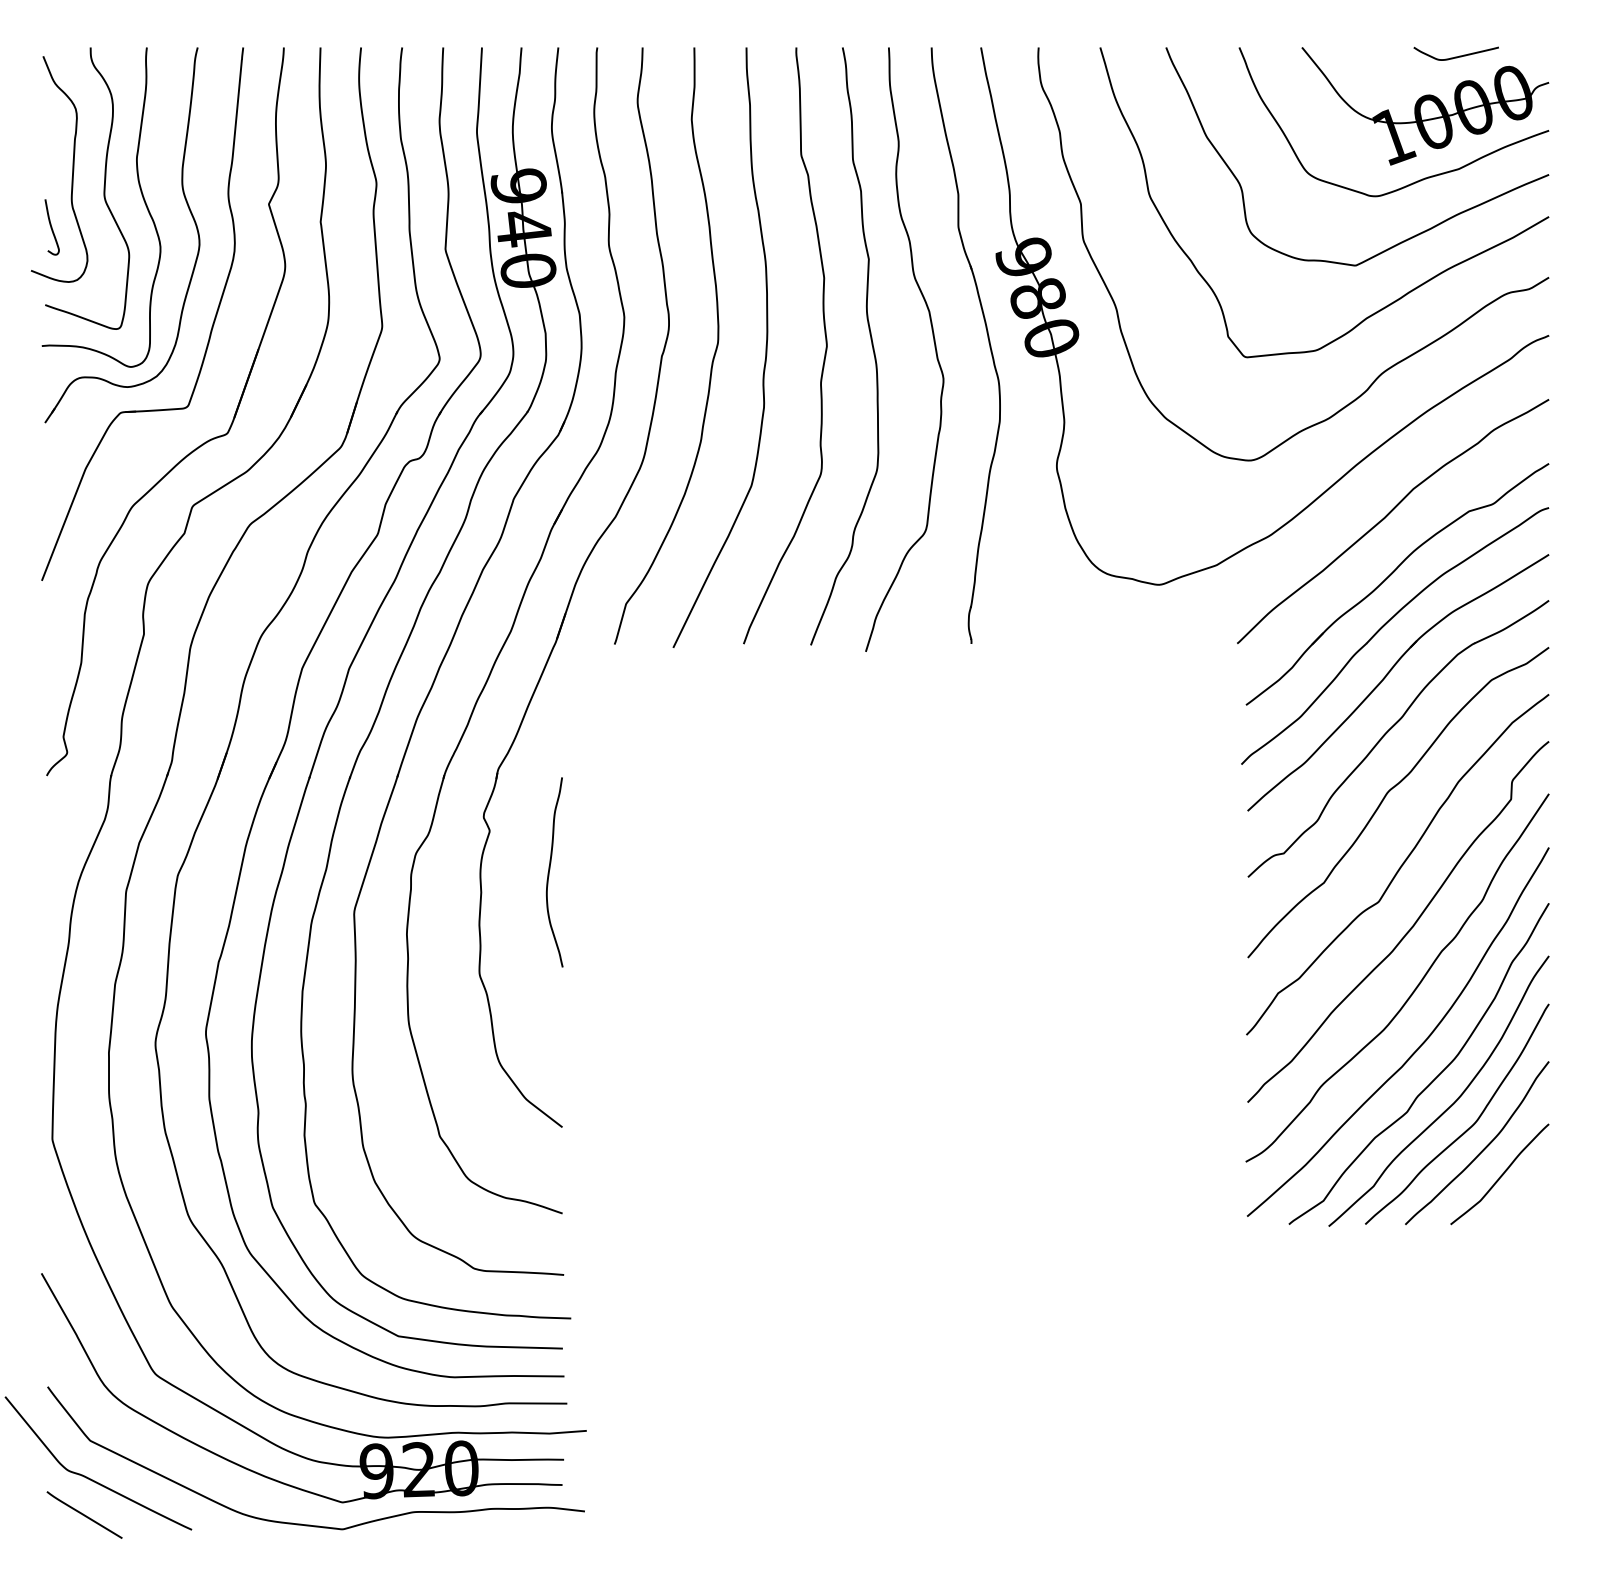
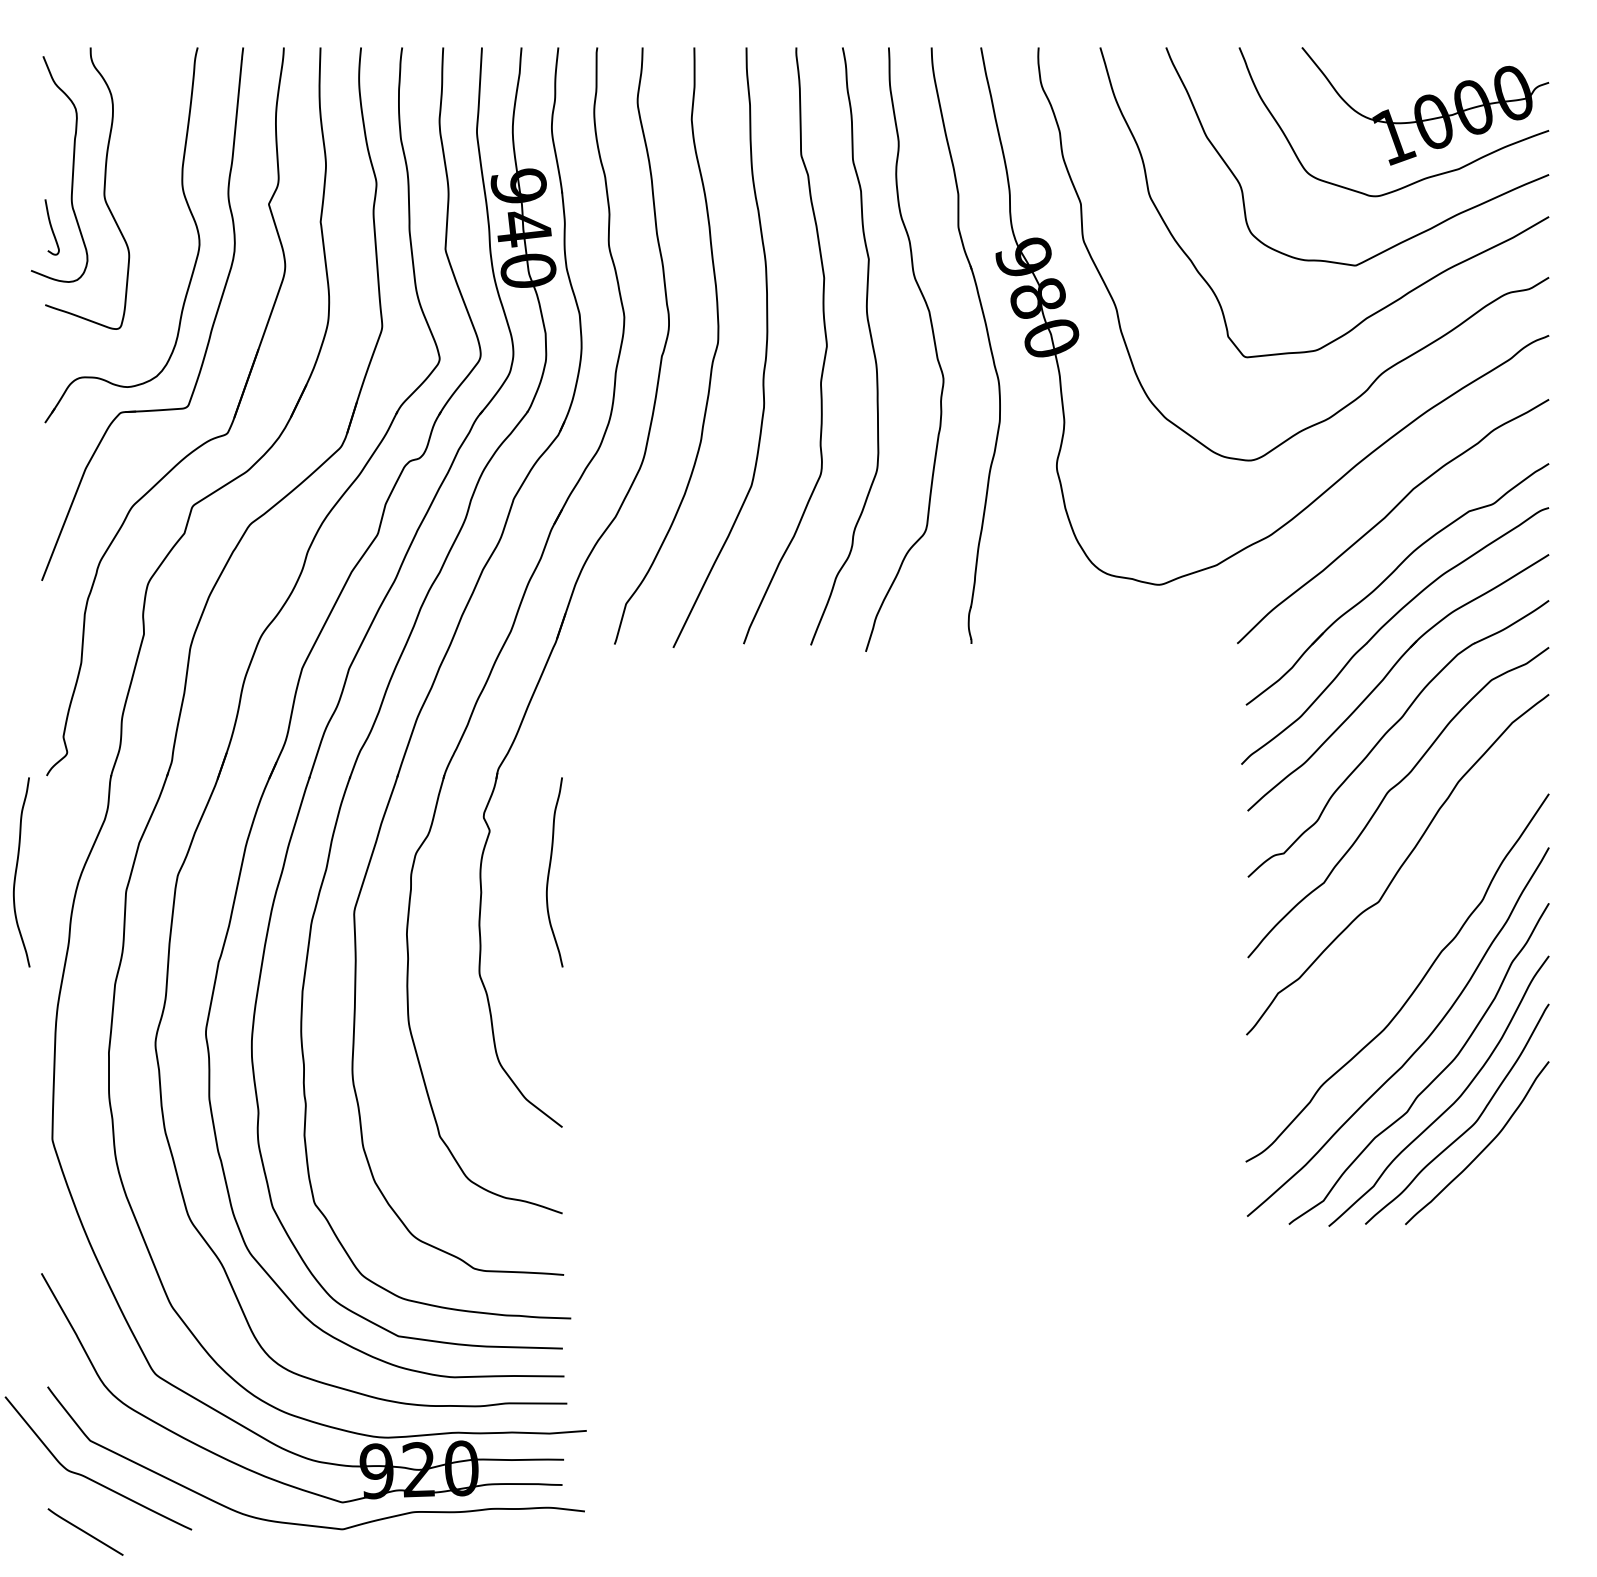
curve at (1455, 56): present -> none
curve at (141, 195): present -> none
curve at (17, 869): none -> present
curve at (1410, 927): present -> none
curve at (1500, 1175): present -> none
line at (84, 1514) position: (84, 1514) -> (85, 1531)
